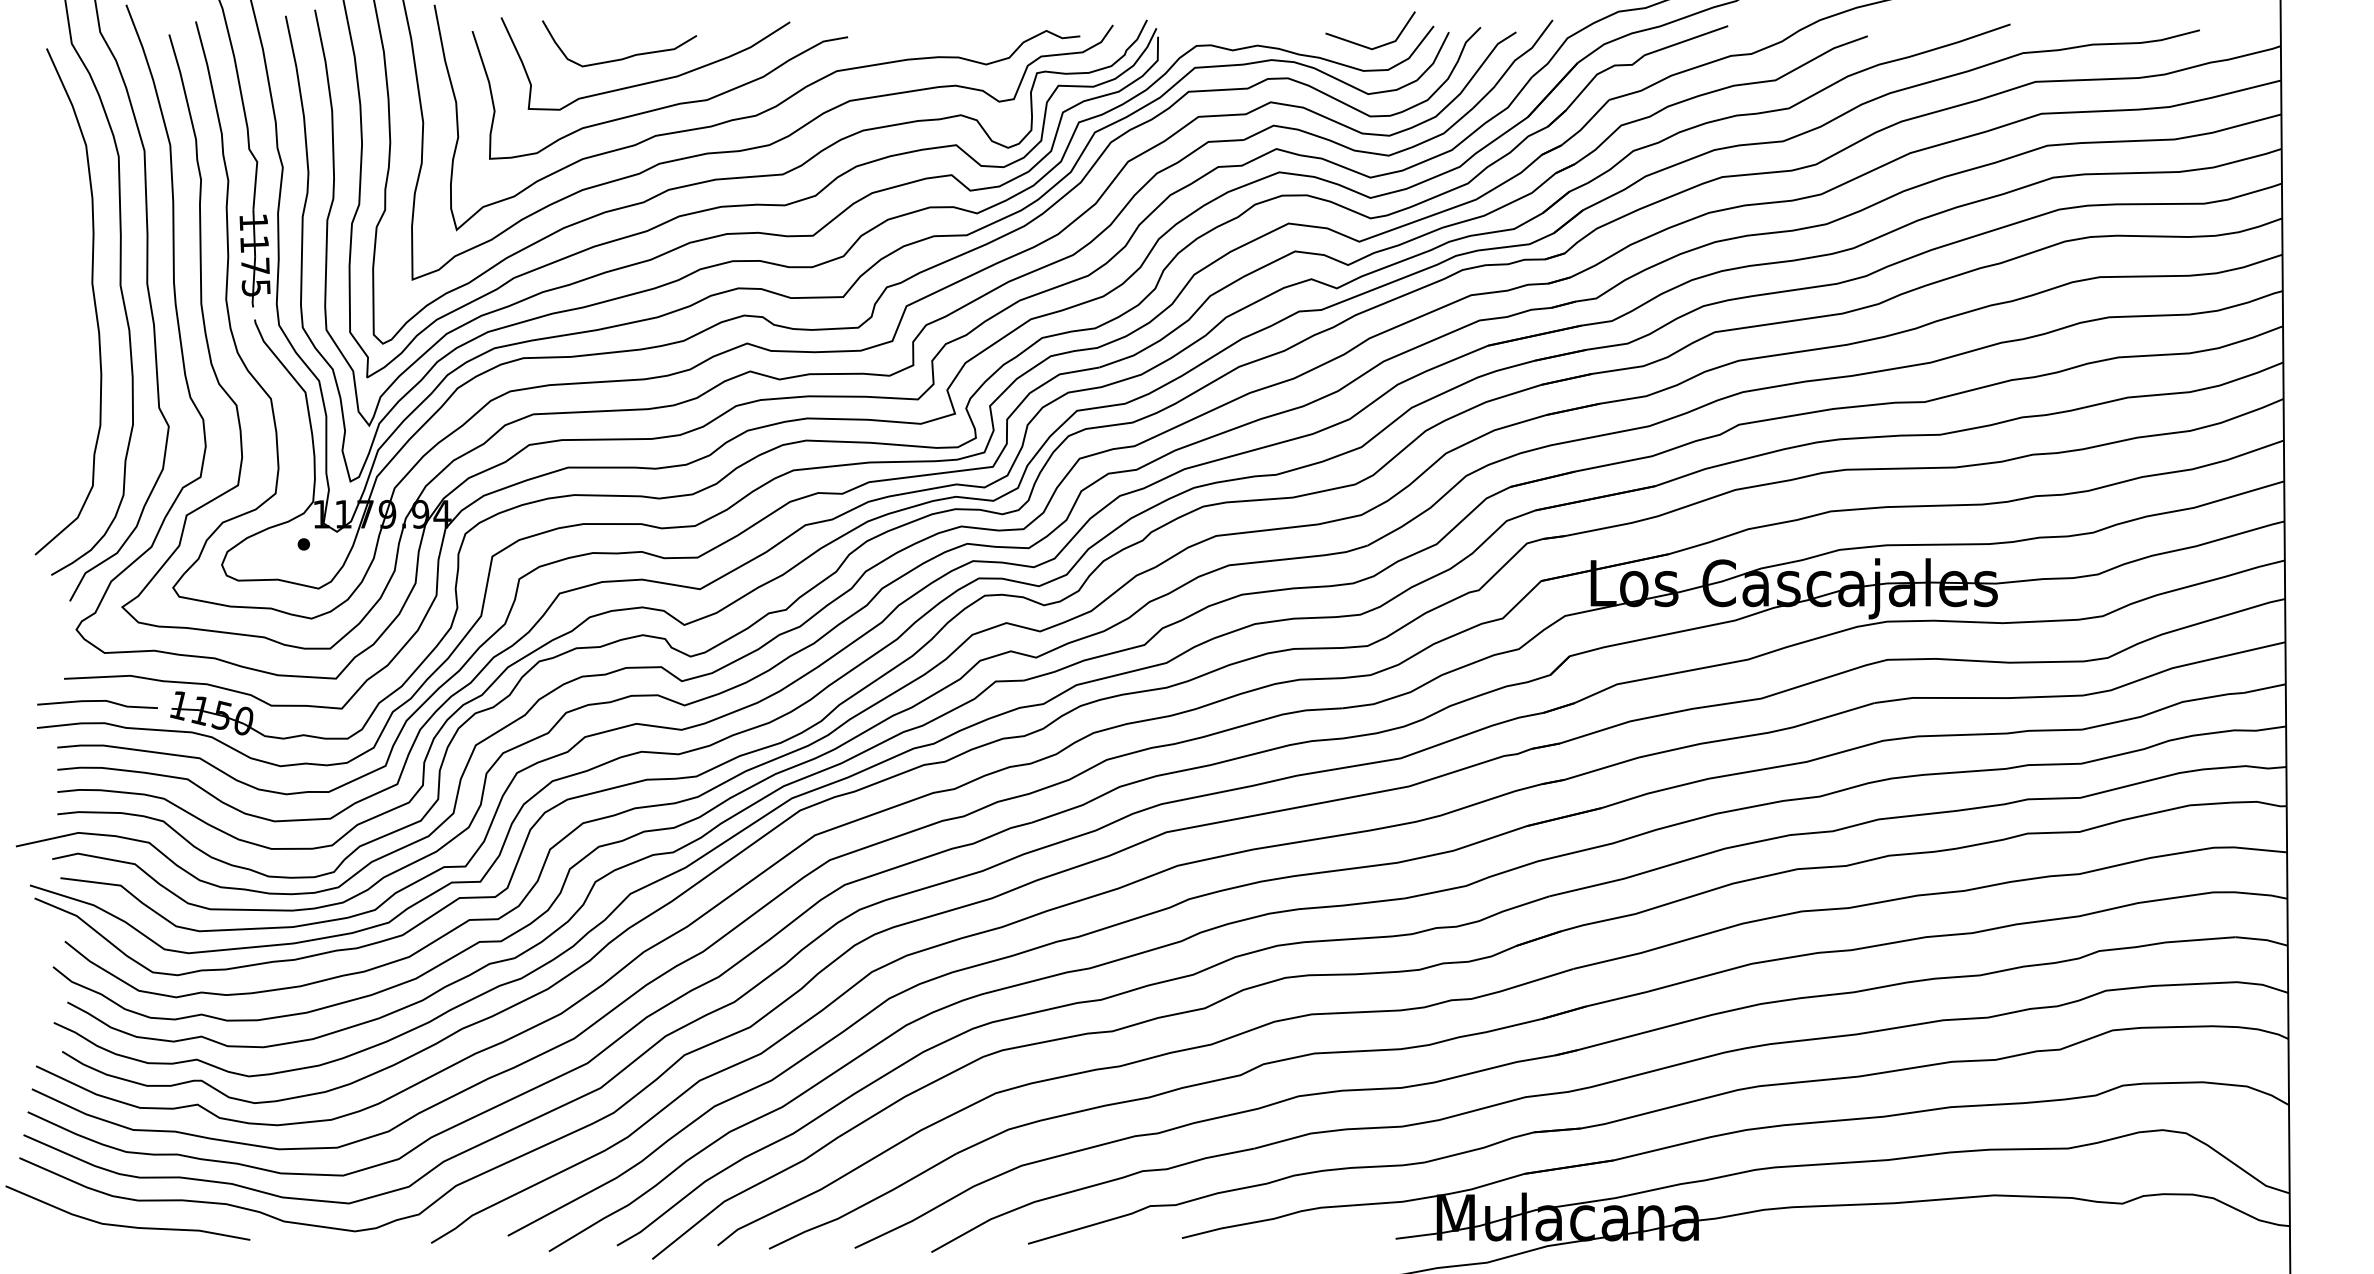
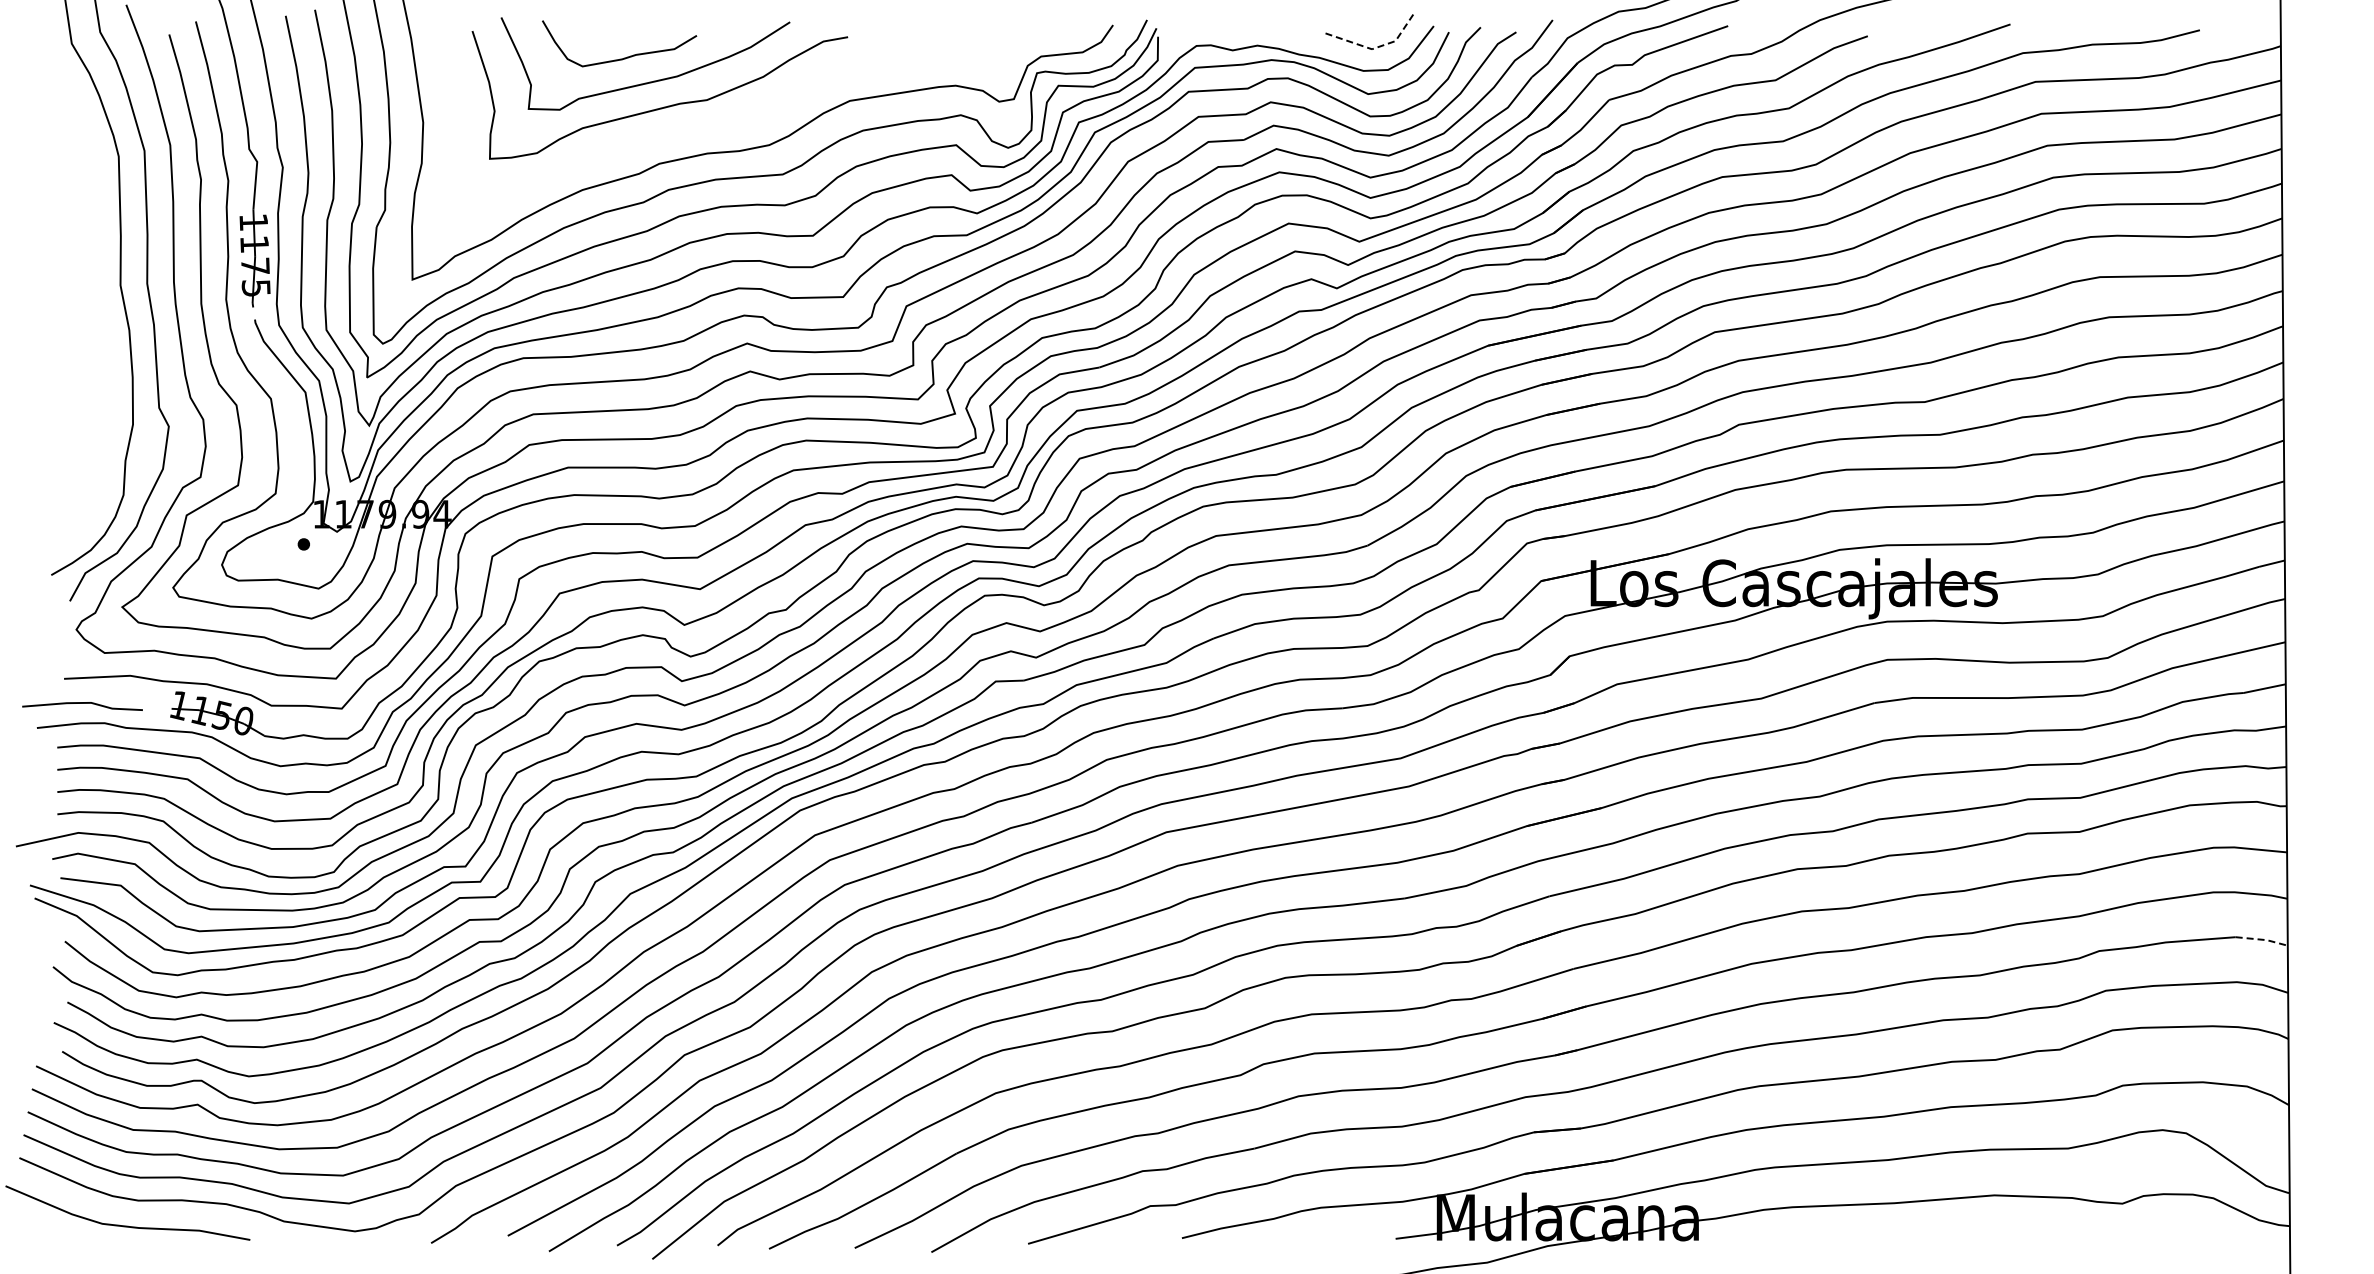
line at (1377, 47): solid -> dashed
curve at (756, 116): present -> none
curve at (93, 301): present -> none
line at (97, 701) position: (97, 701) -> (82, 703)
line at (2263, 939): solid -> dashed
